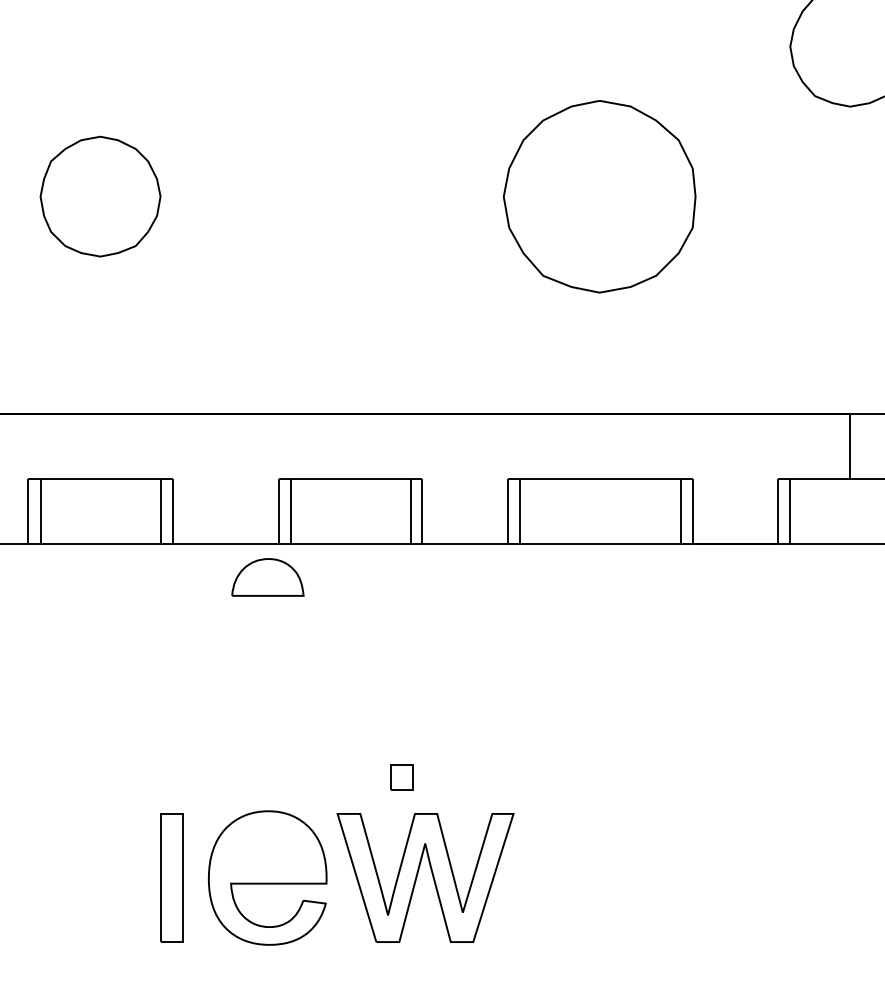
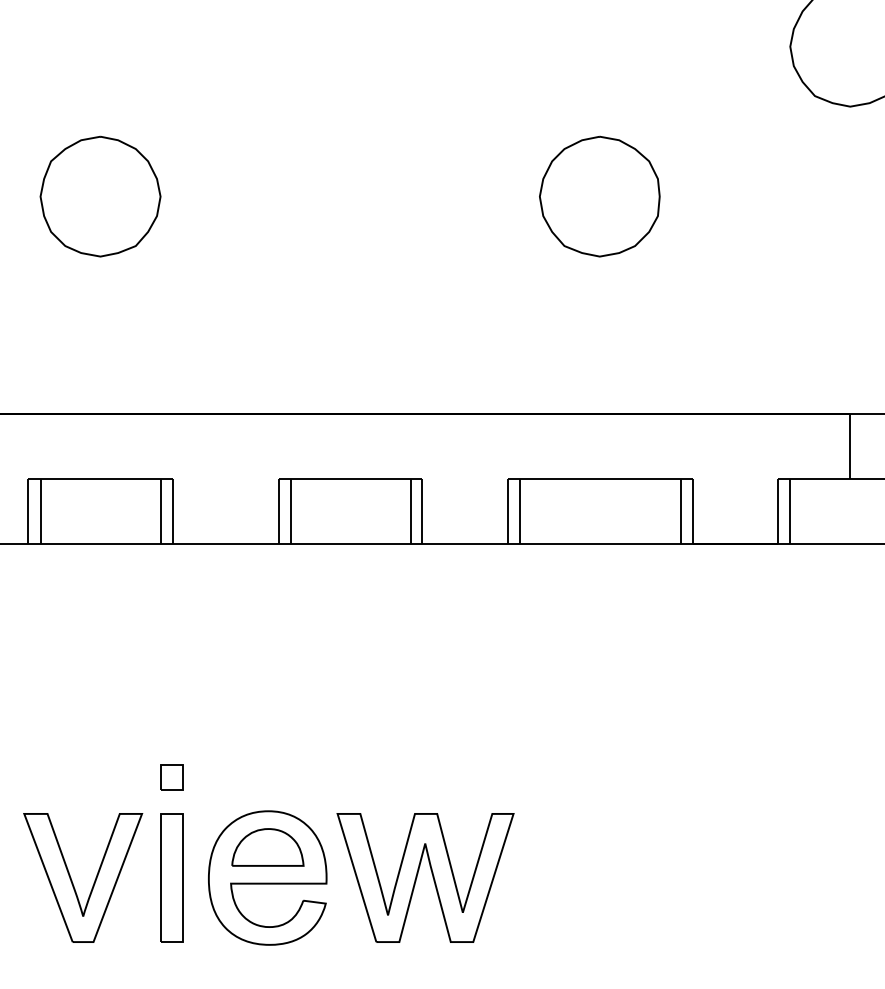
part at (599, 196) size: 195x194 px -> 122x123 px
part at (267, 577) position: (267, 577) -> (267, 847)
part at (401, 777) position: (401, 777) -> (171, 777)
part at (93, 882): none -> present
